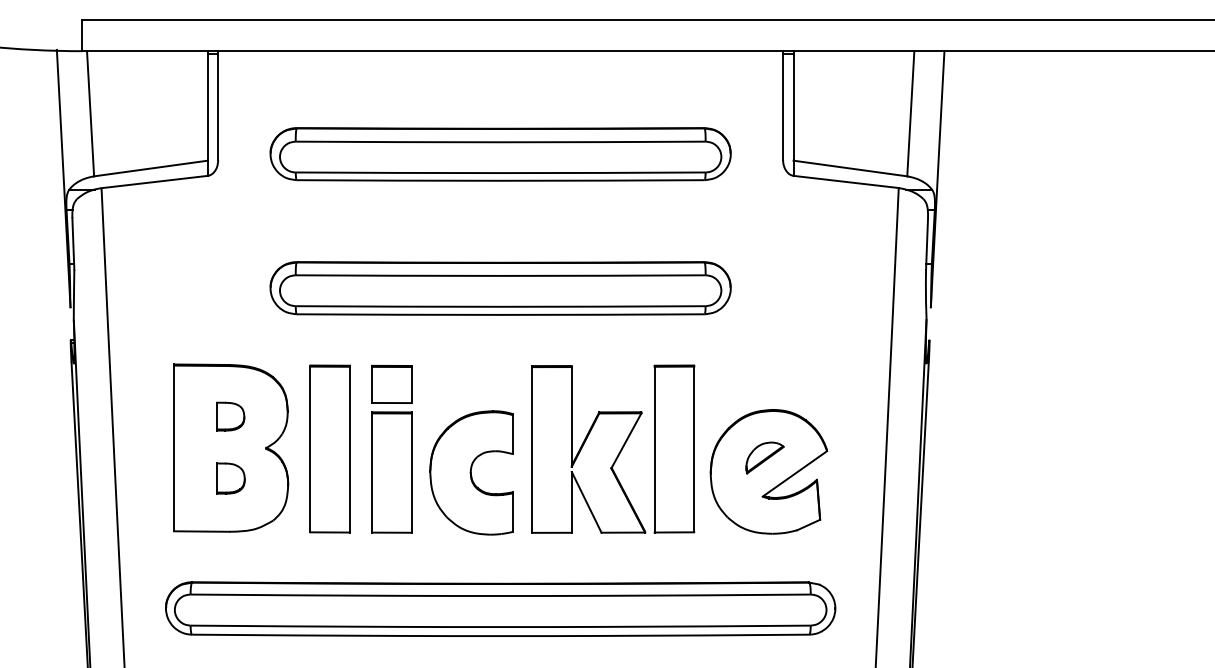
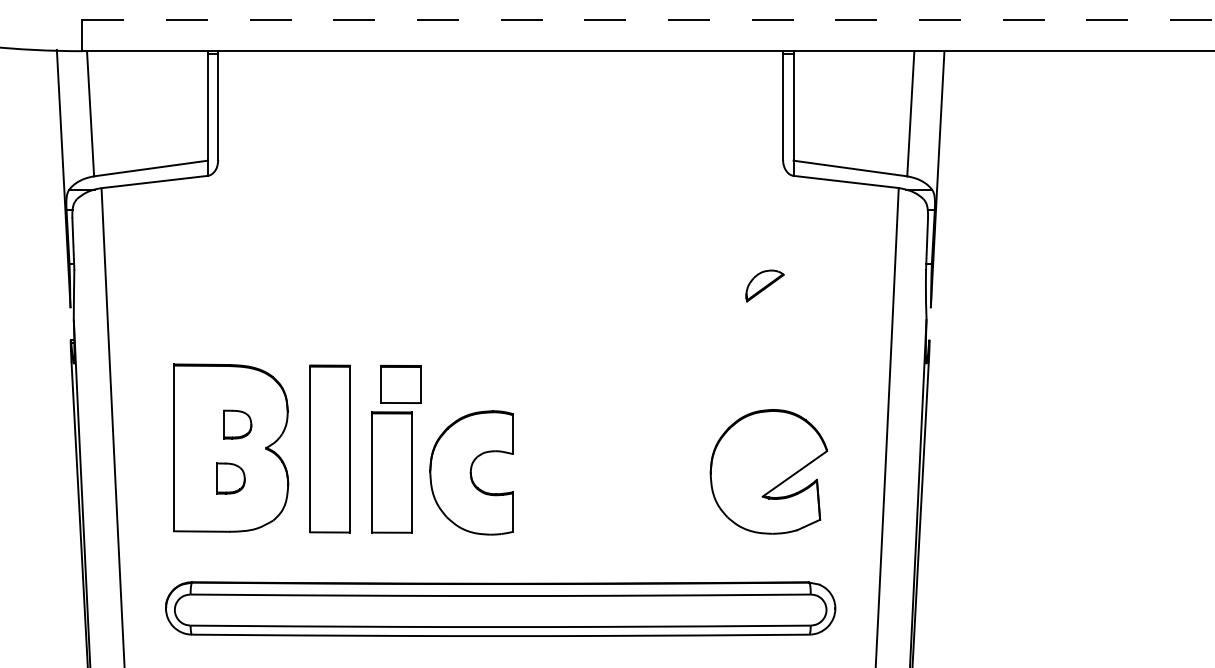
line at (649, 19): solid -> dashed
part at (500, 154): present -> none
part at (500, 288): present -> none
part at (391, 383) position: (391, 383) -> (400, 383)
part at (230, 416) position: (230, 416) -> (237, 424)
part at (613, 448): present -> none
part at (764, 457) position: (764, 457) -> (764, 285)
